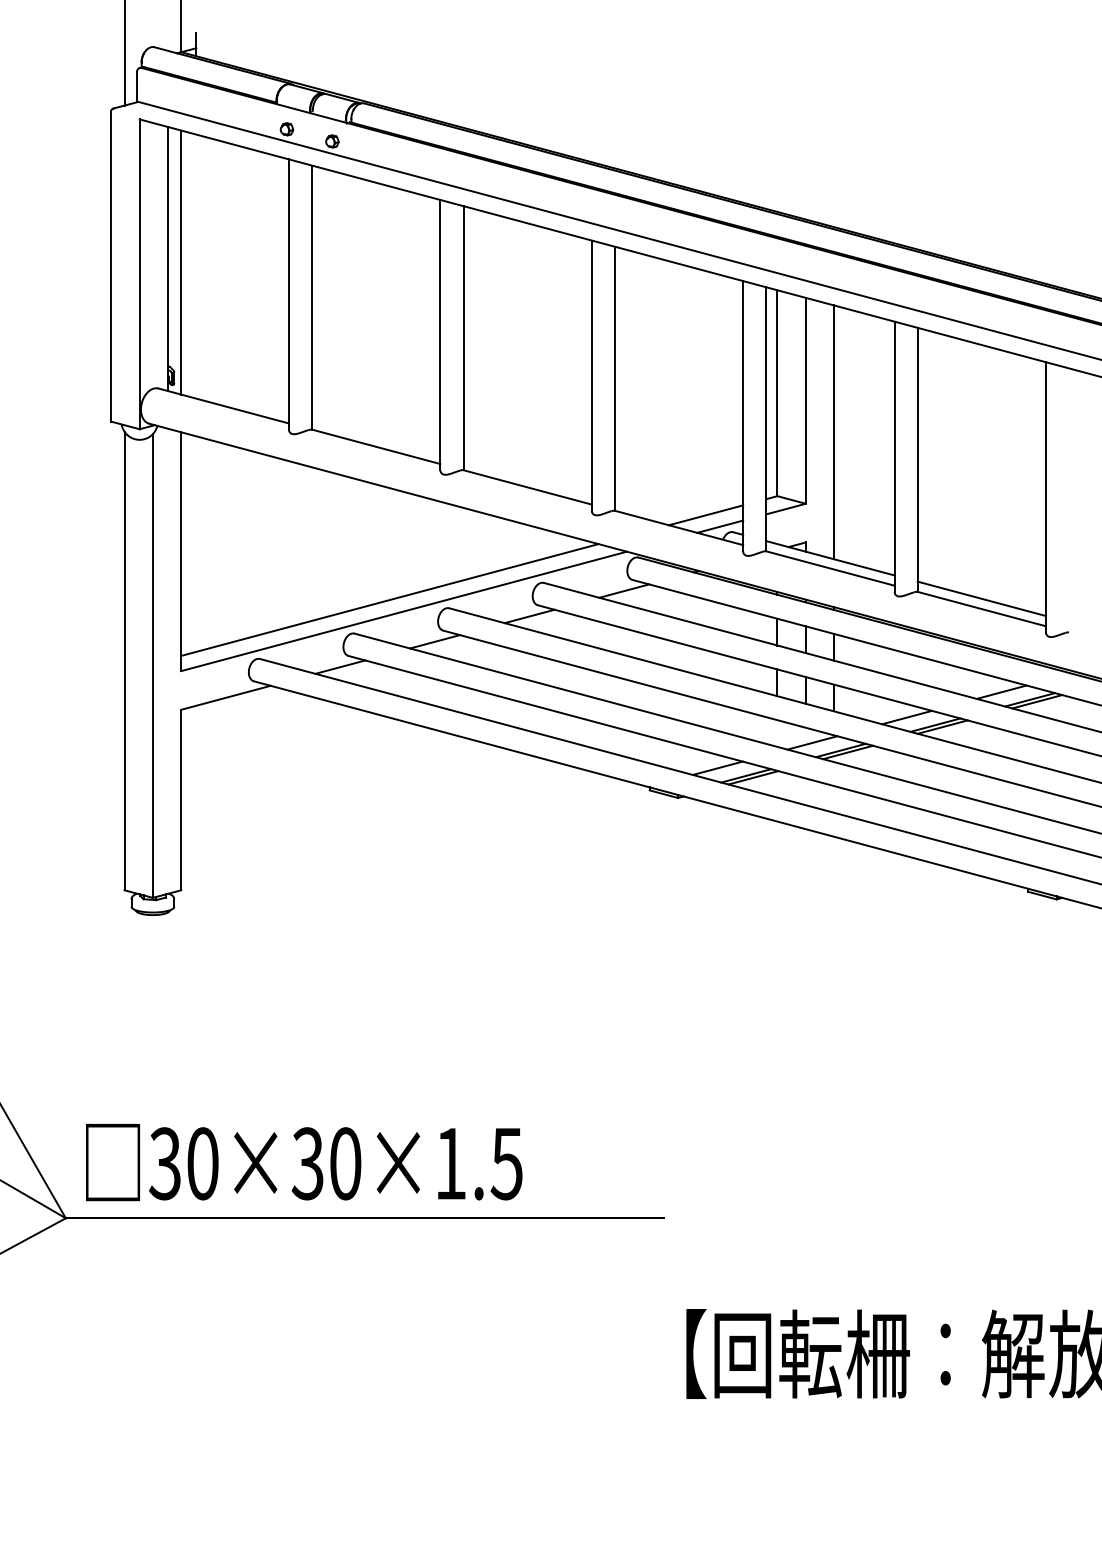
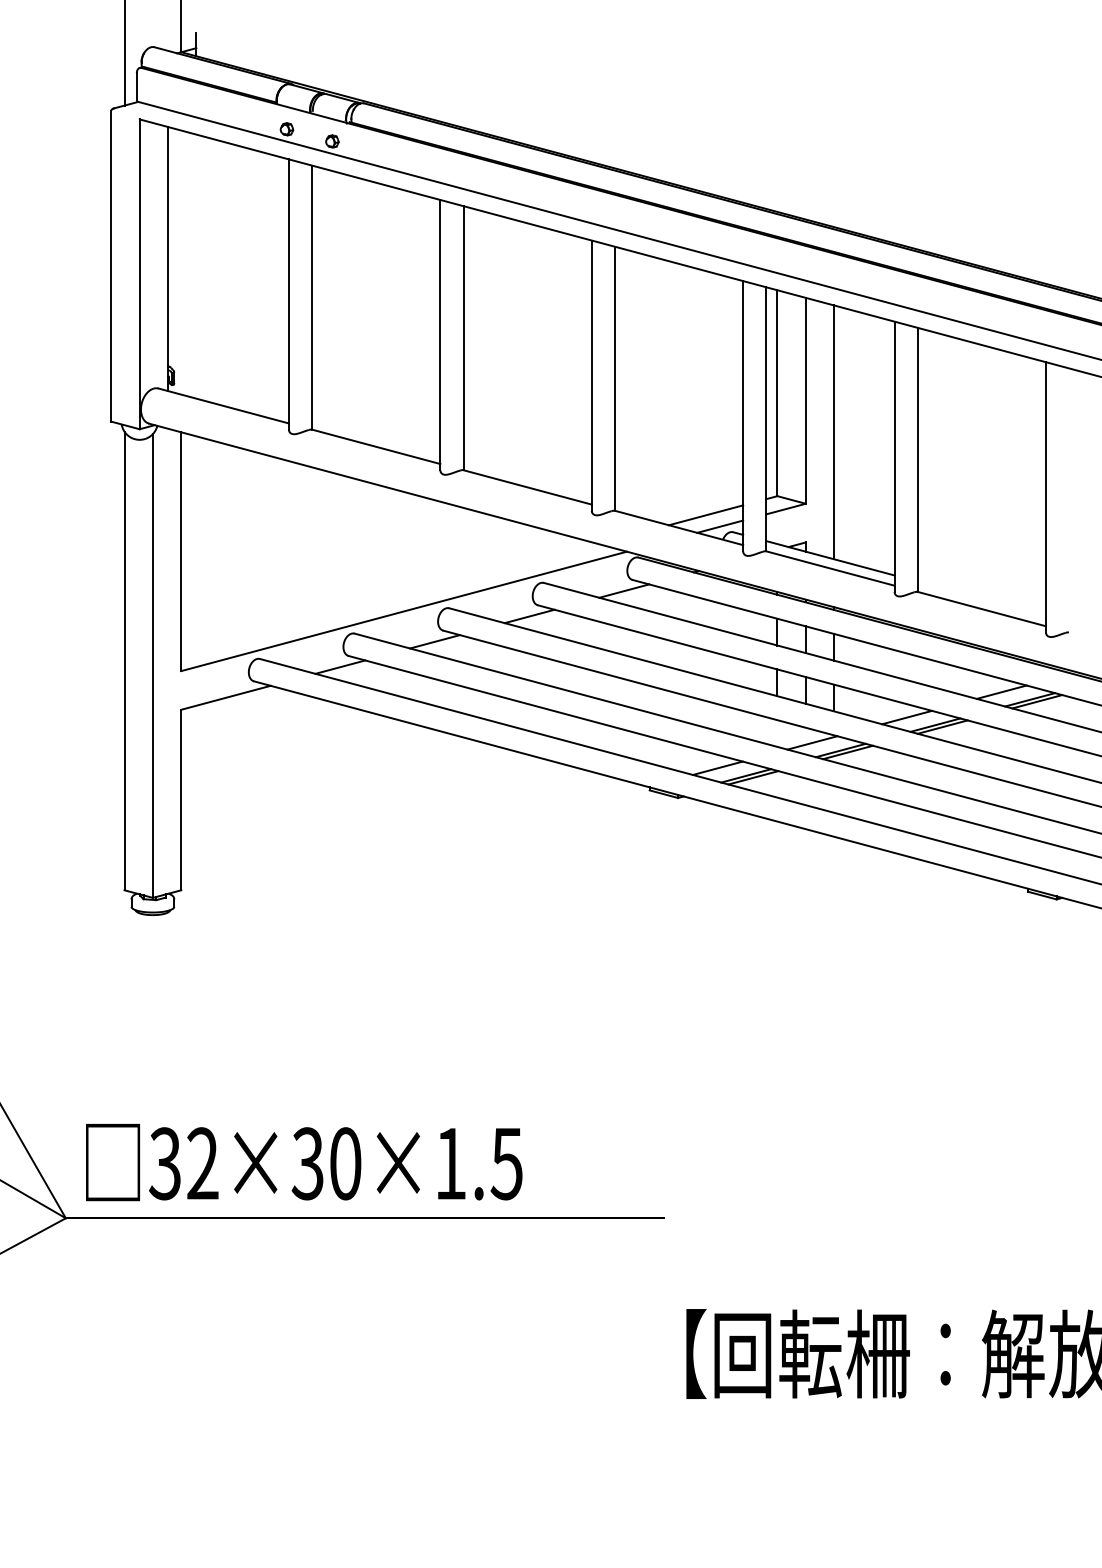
line at (181, 262): present -> none
line at (981, 598): present -> none
line at (389, 599): present -> none
text at (202, 1163): 30×30×1.5 -> 32×30×1.5
